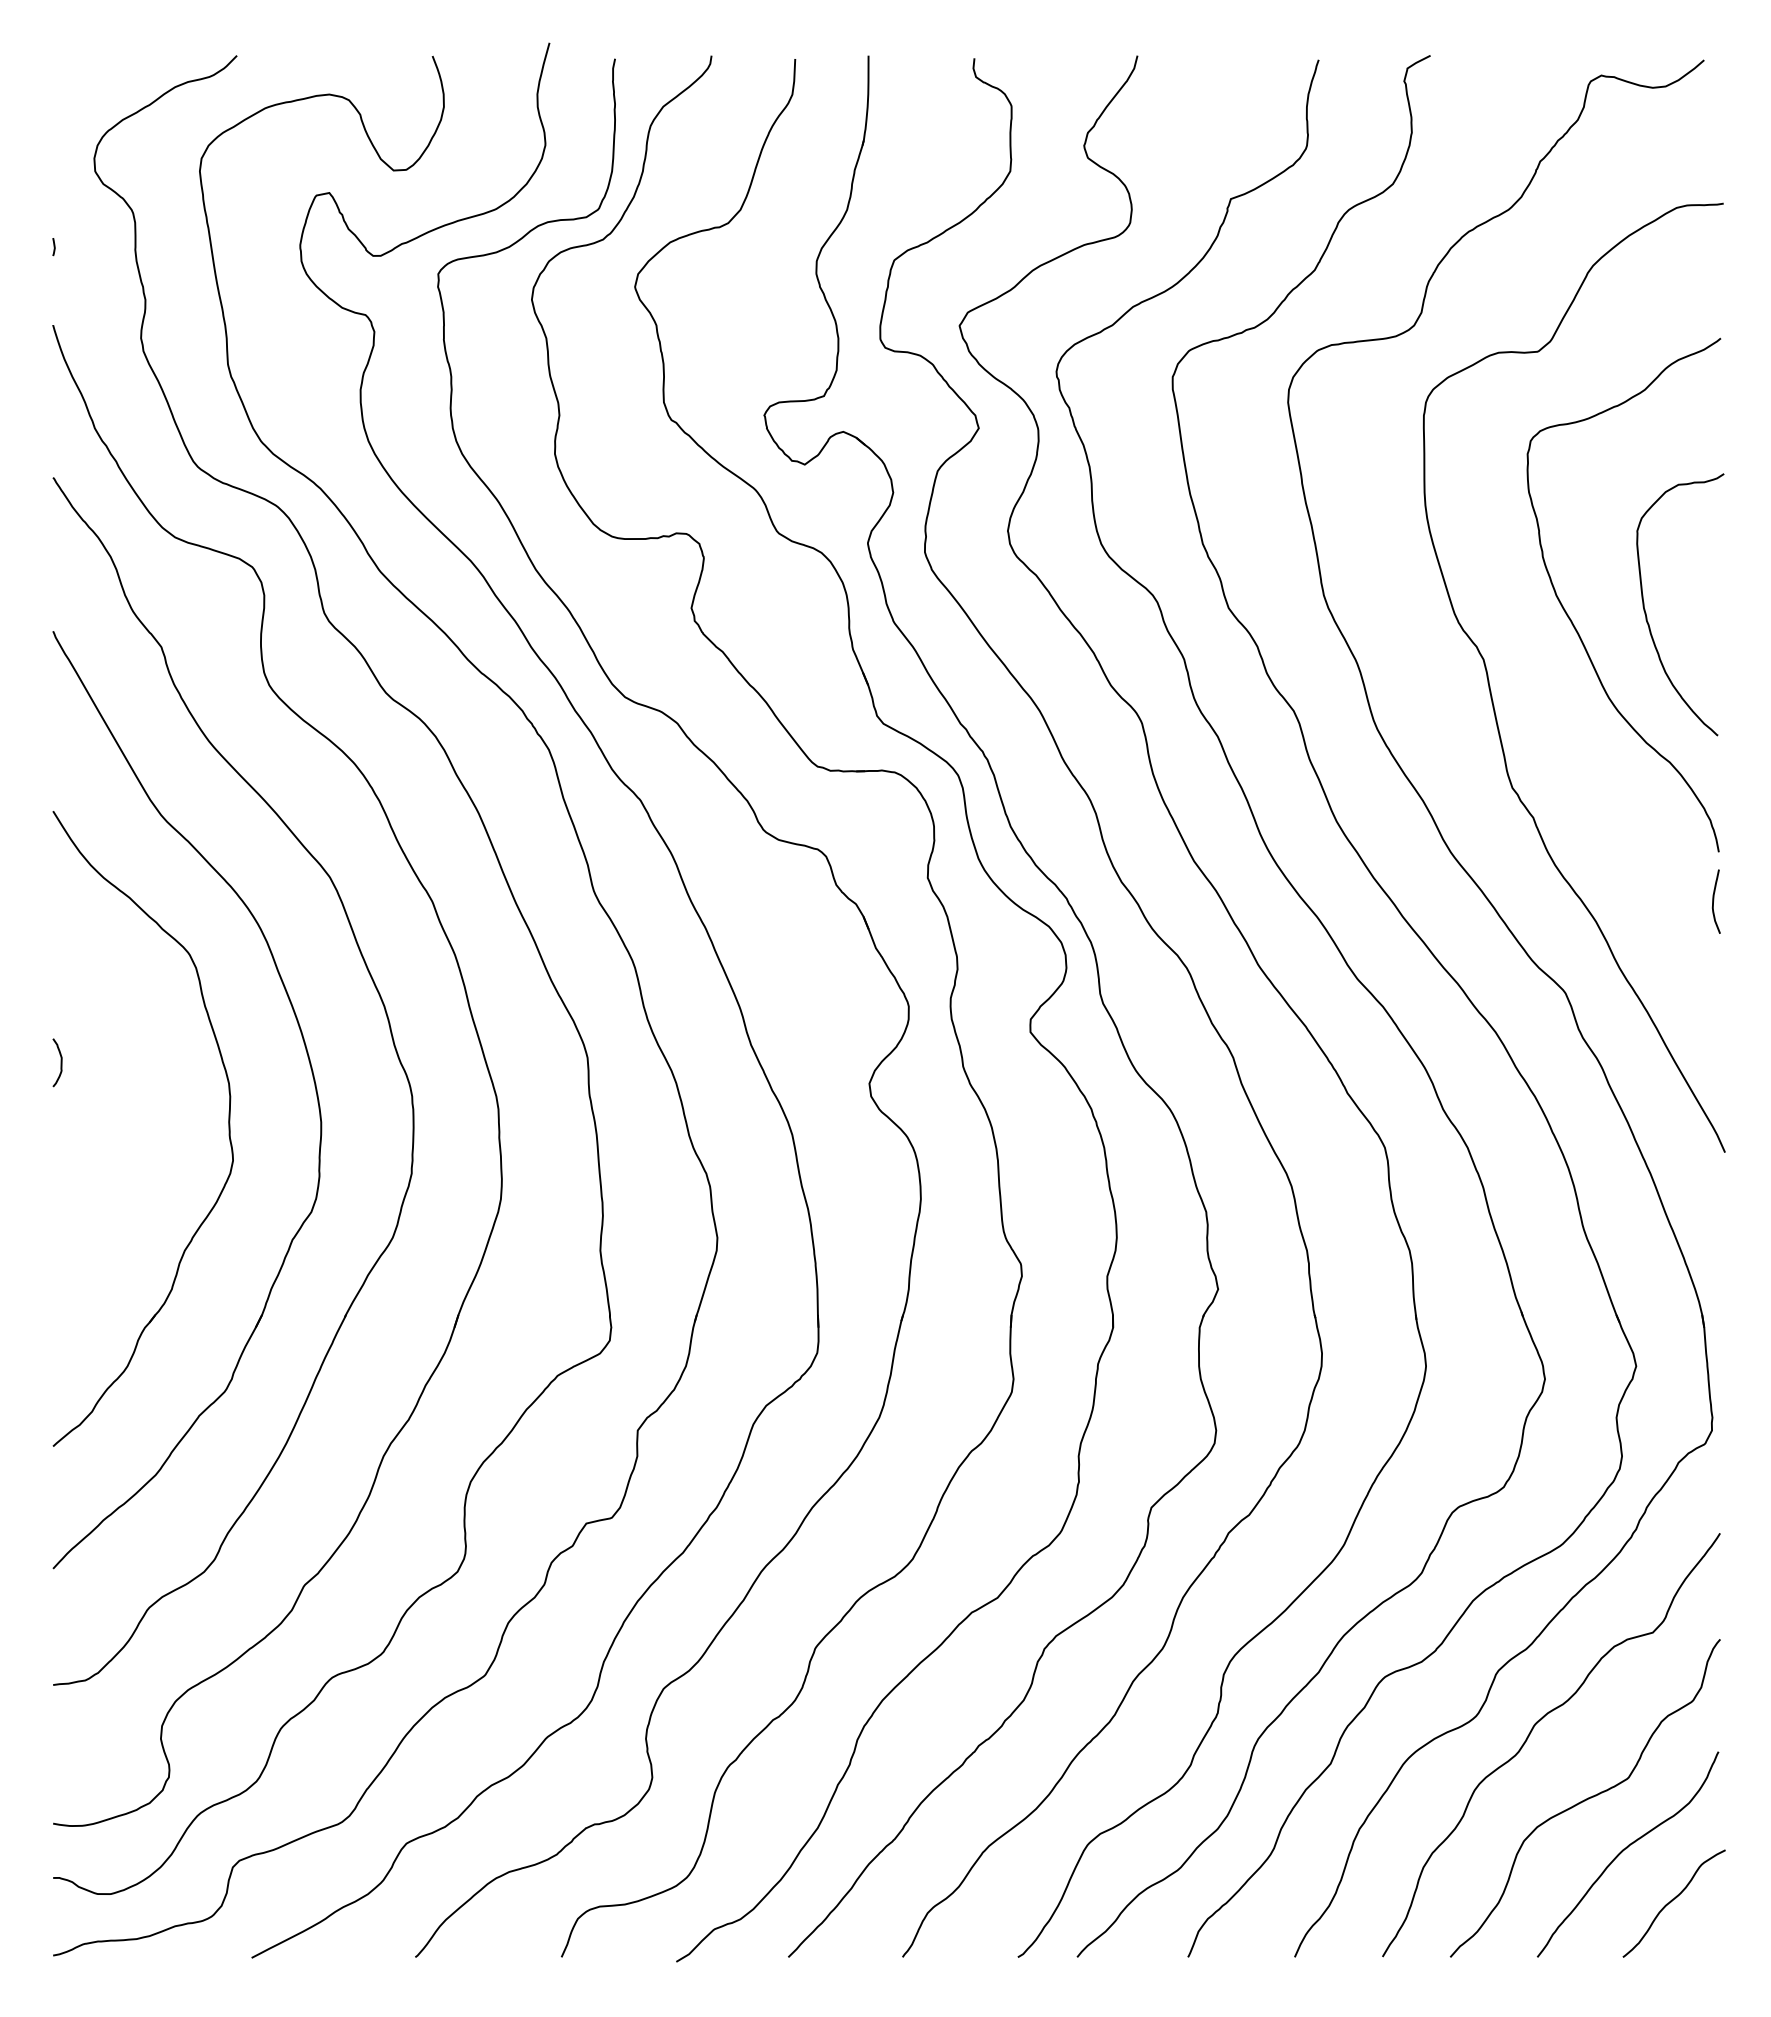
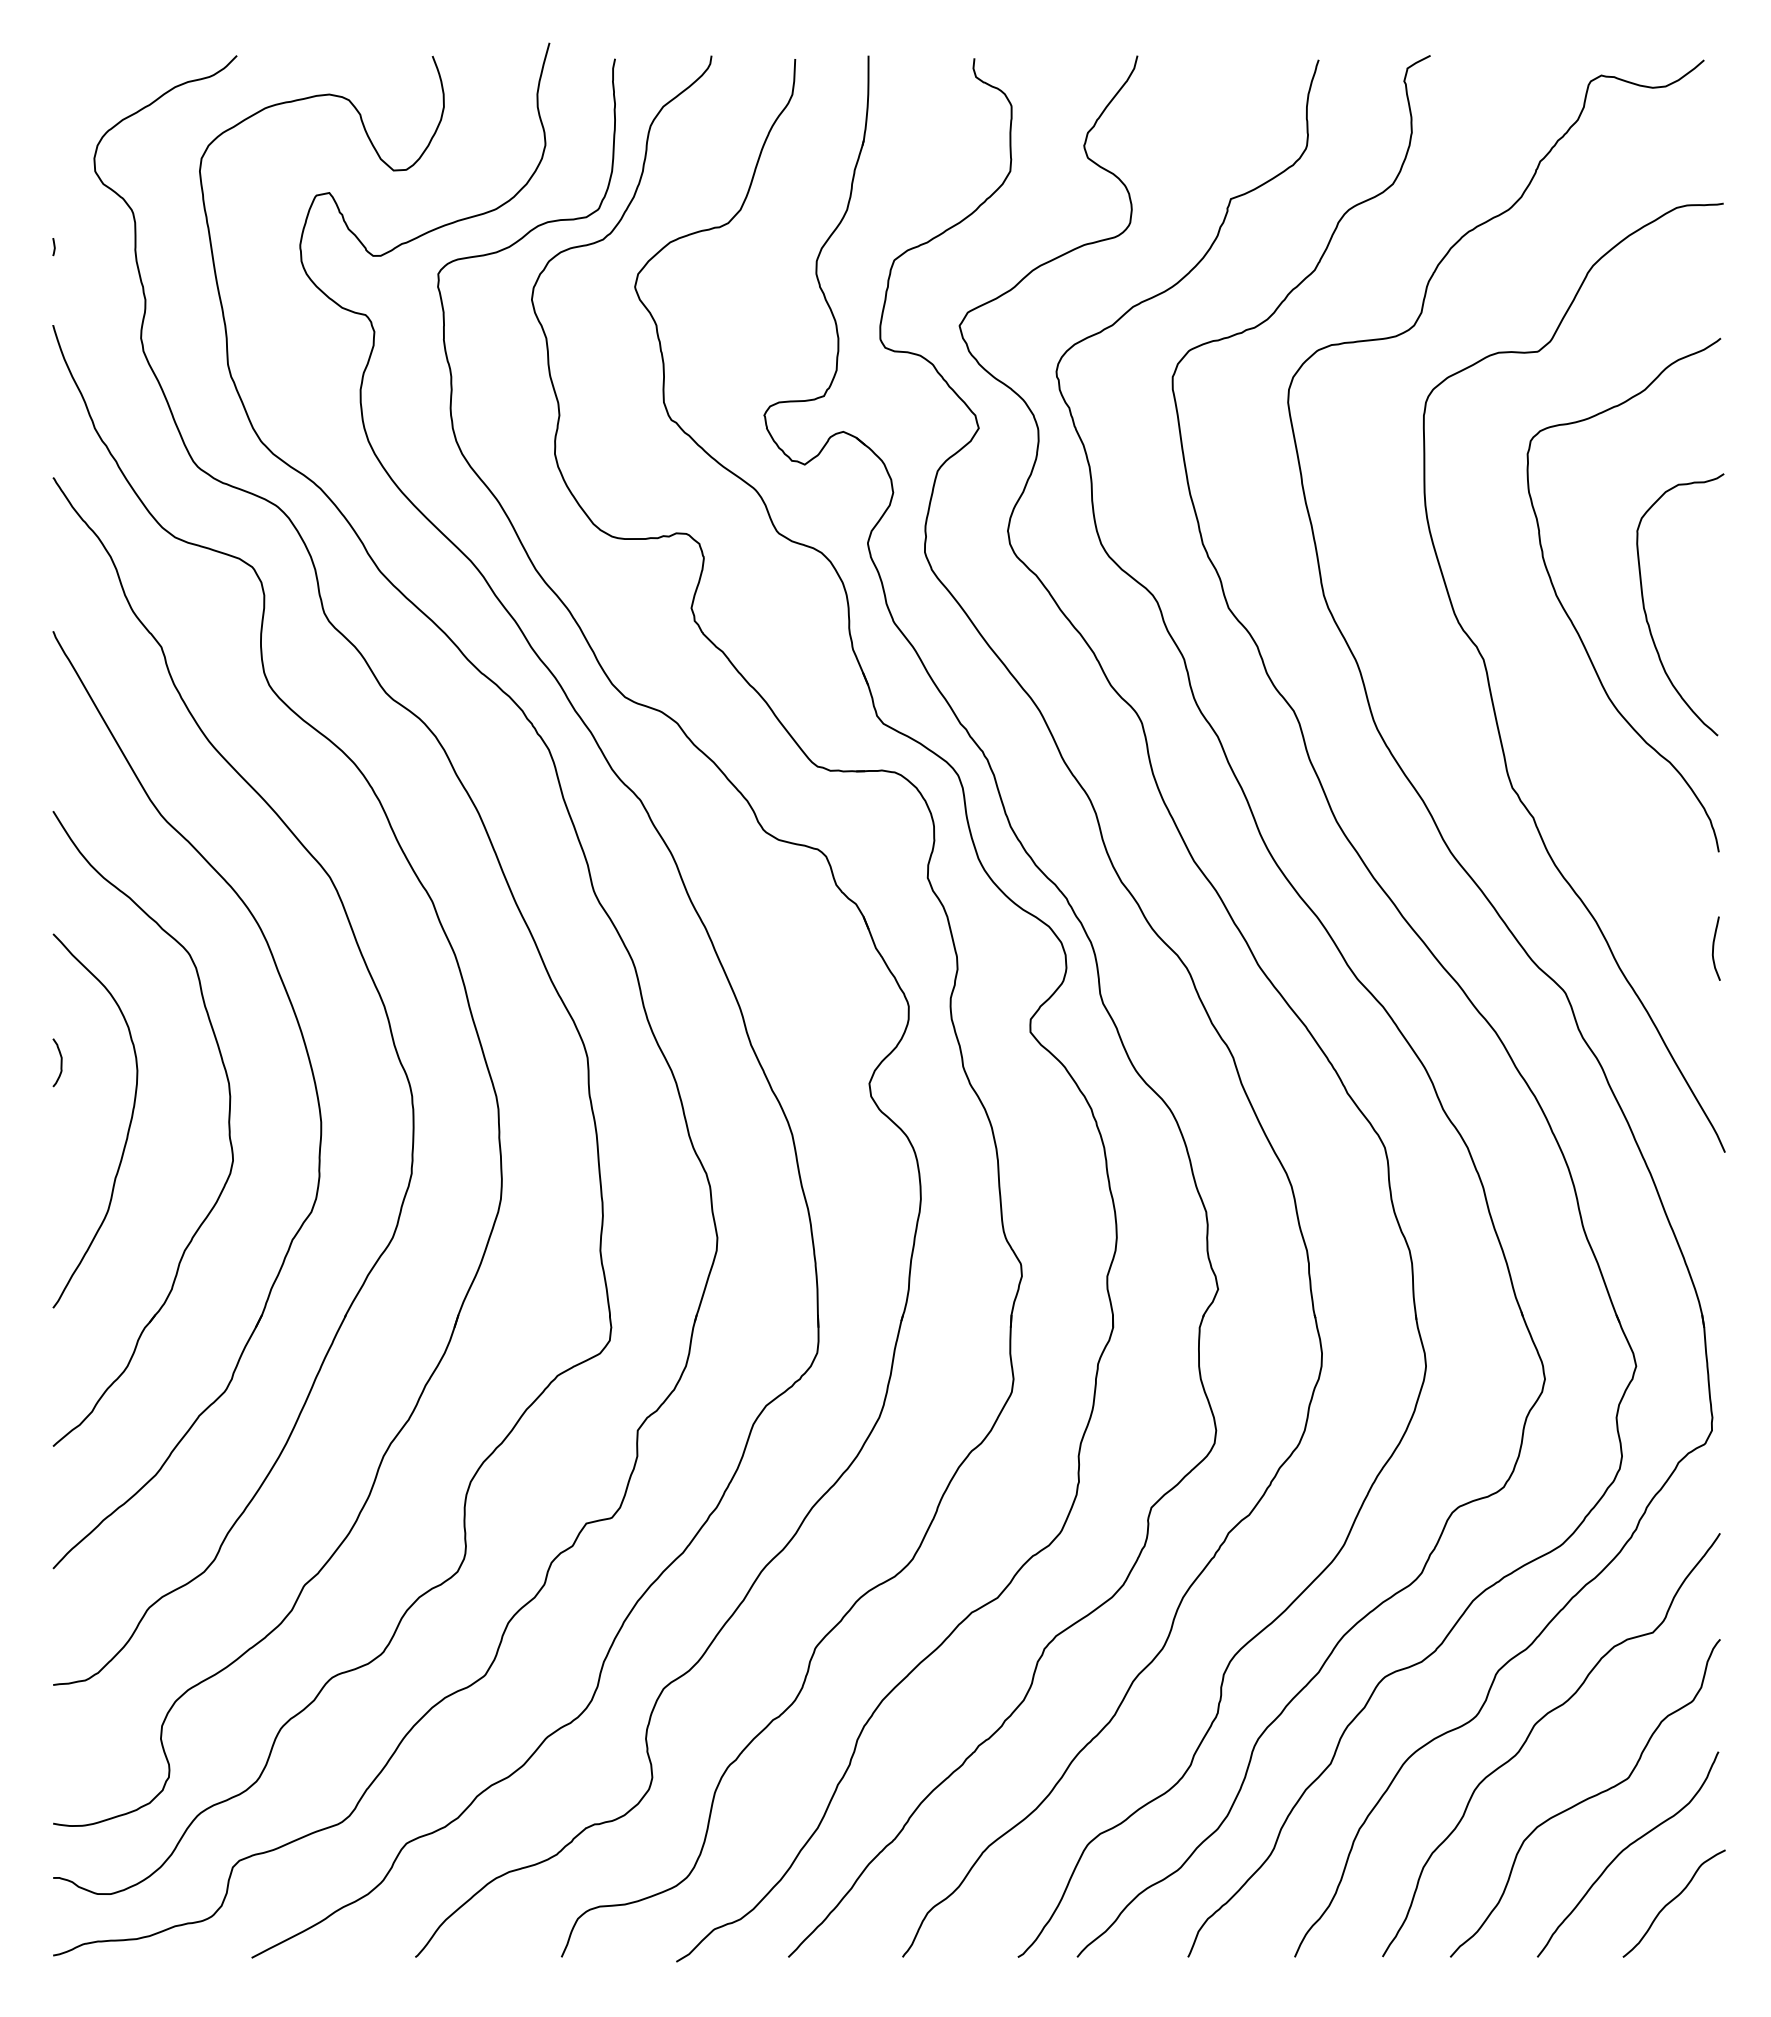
curve at (1714, 900) position: (1714, 900) -> (1714, 947)
curve at (127, 1130): none -> present
